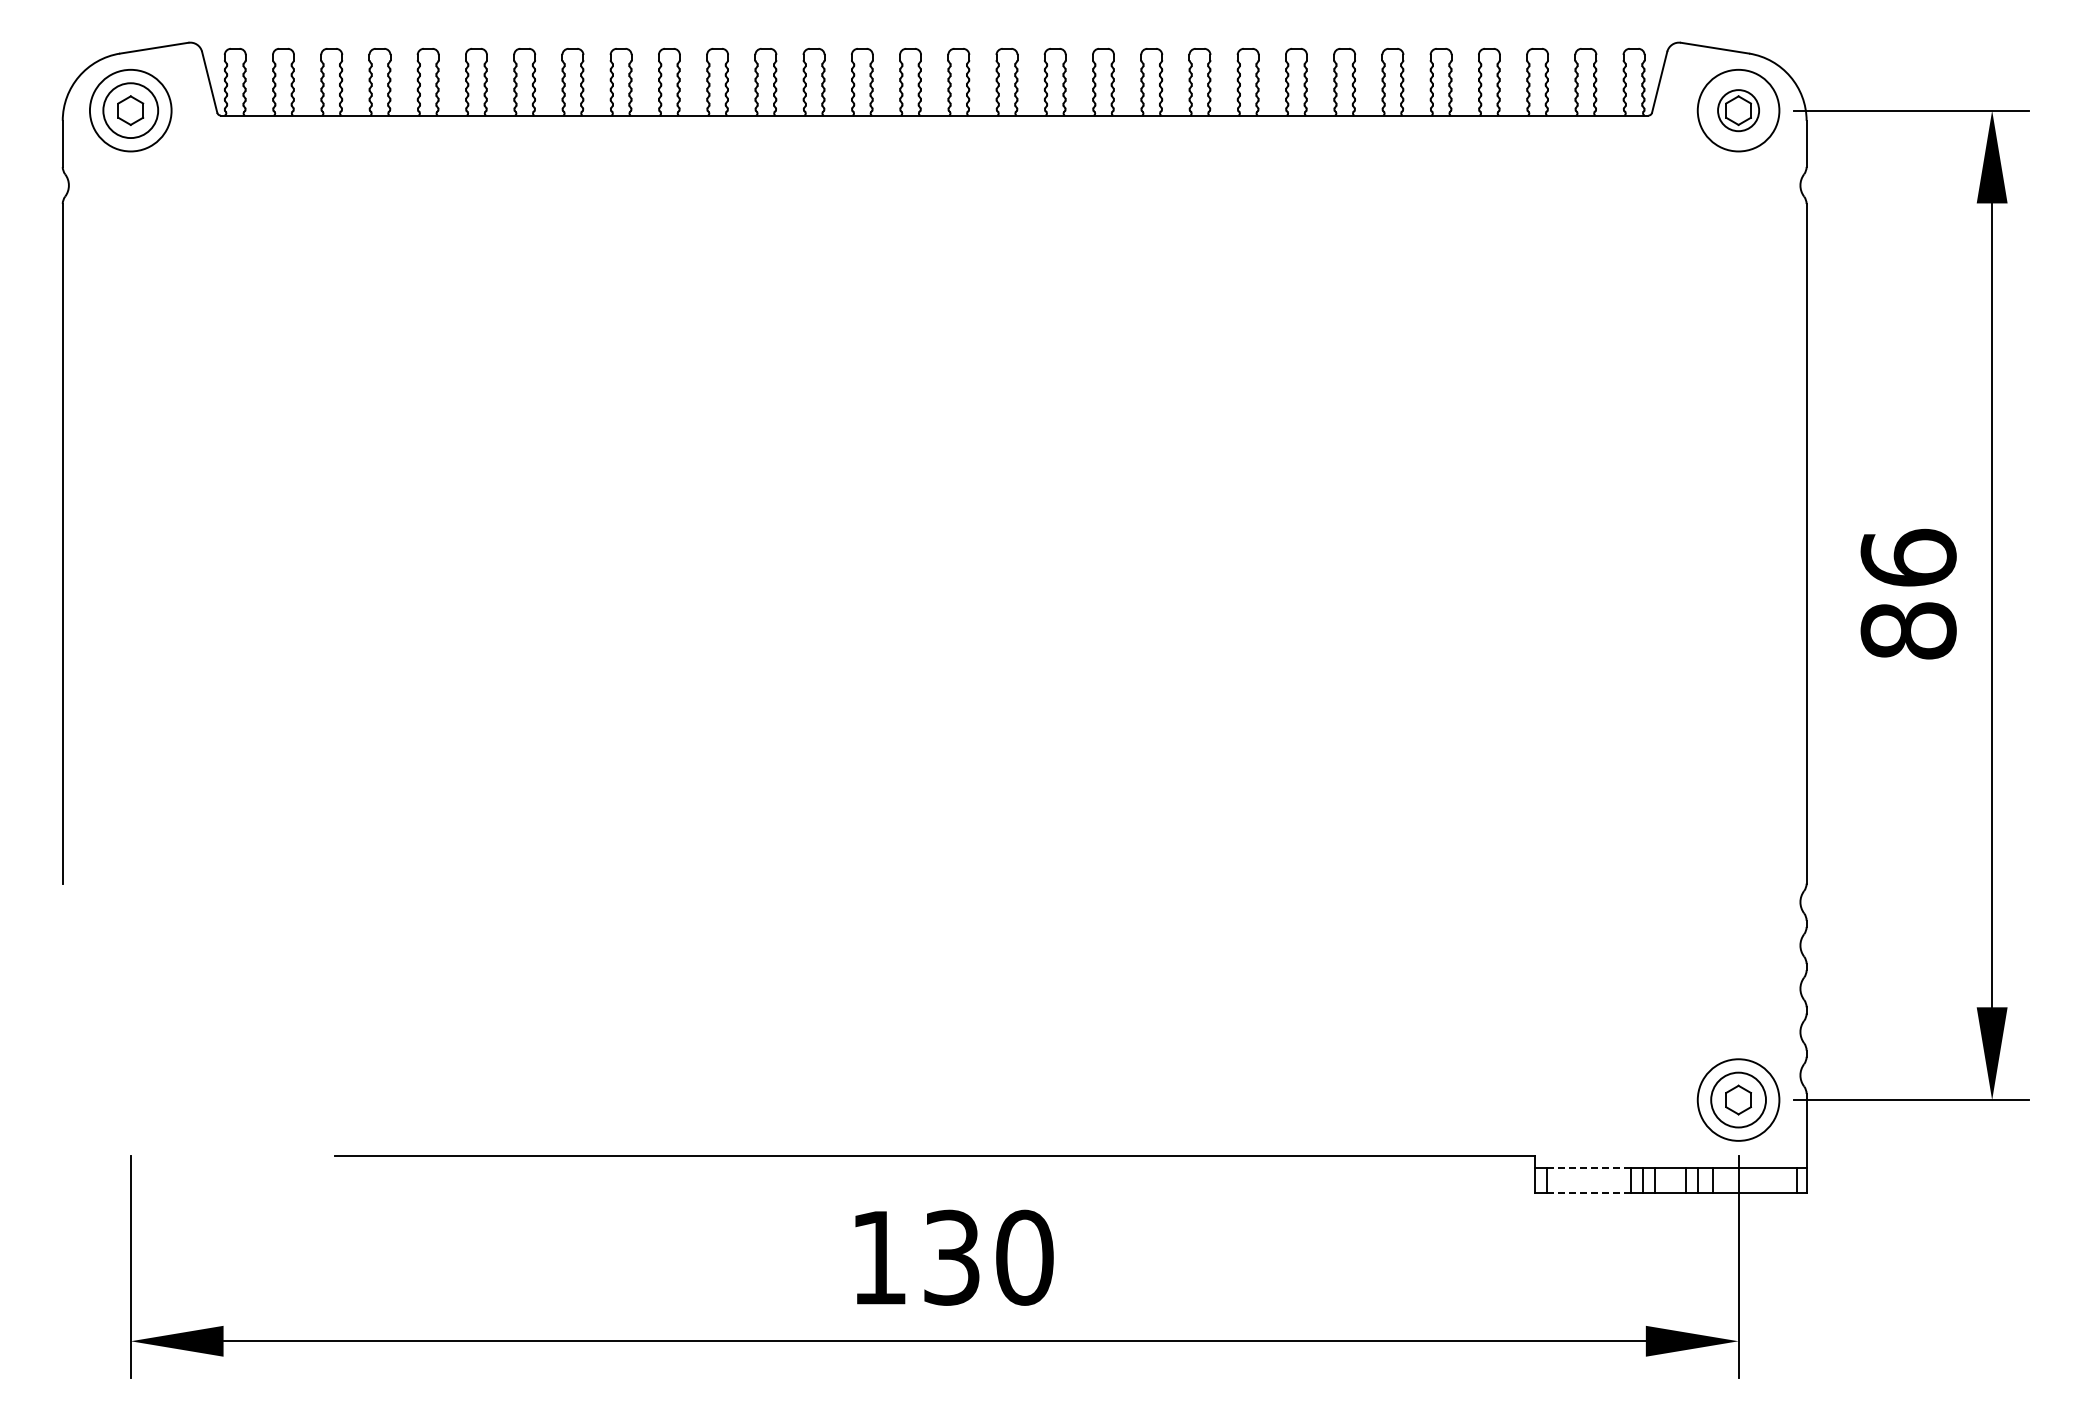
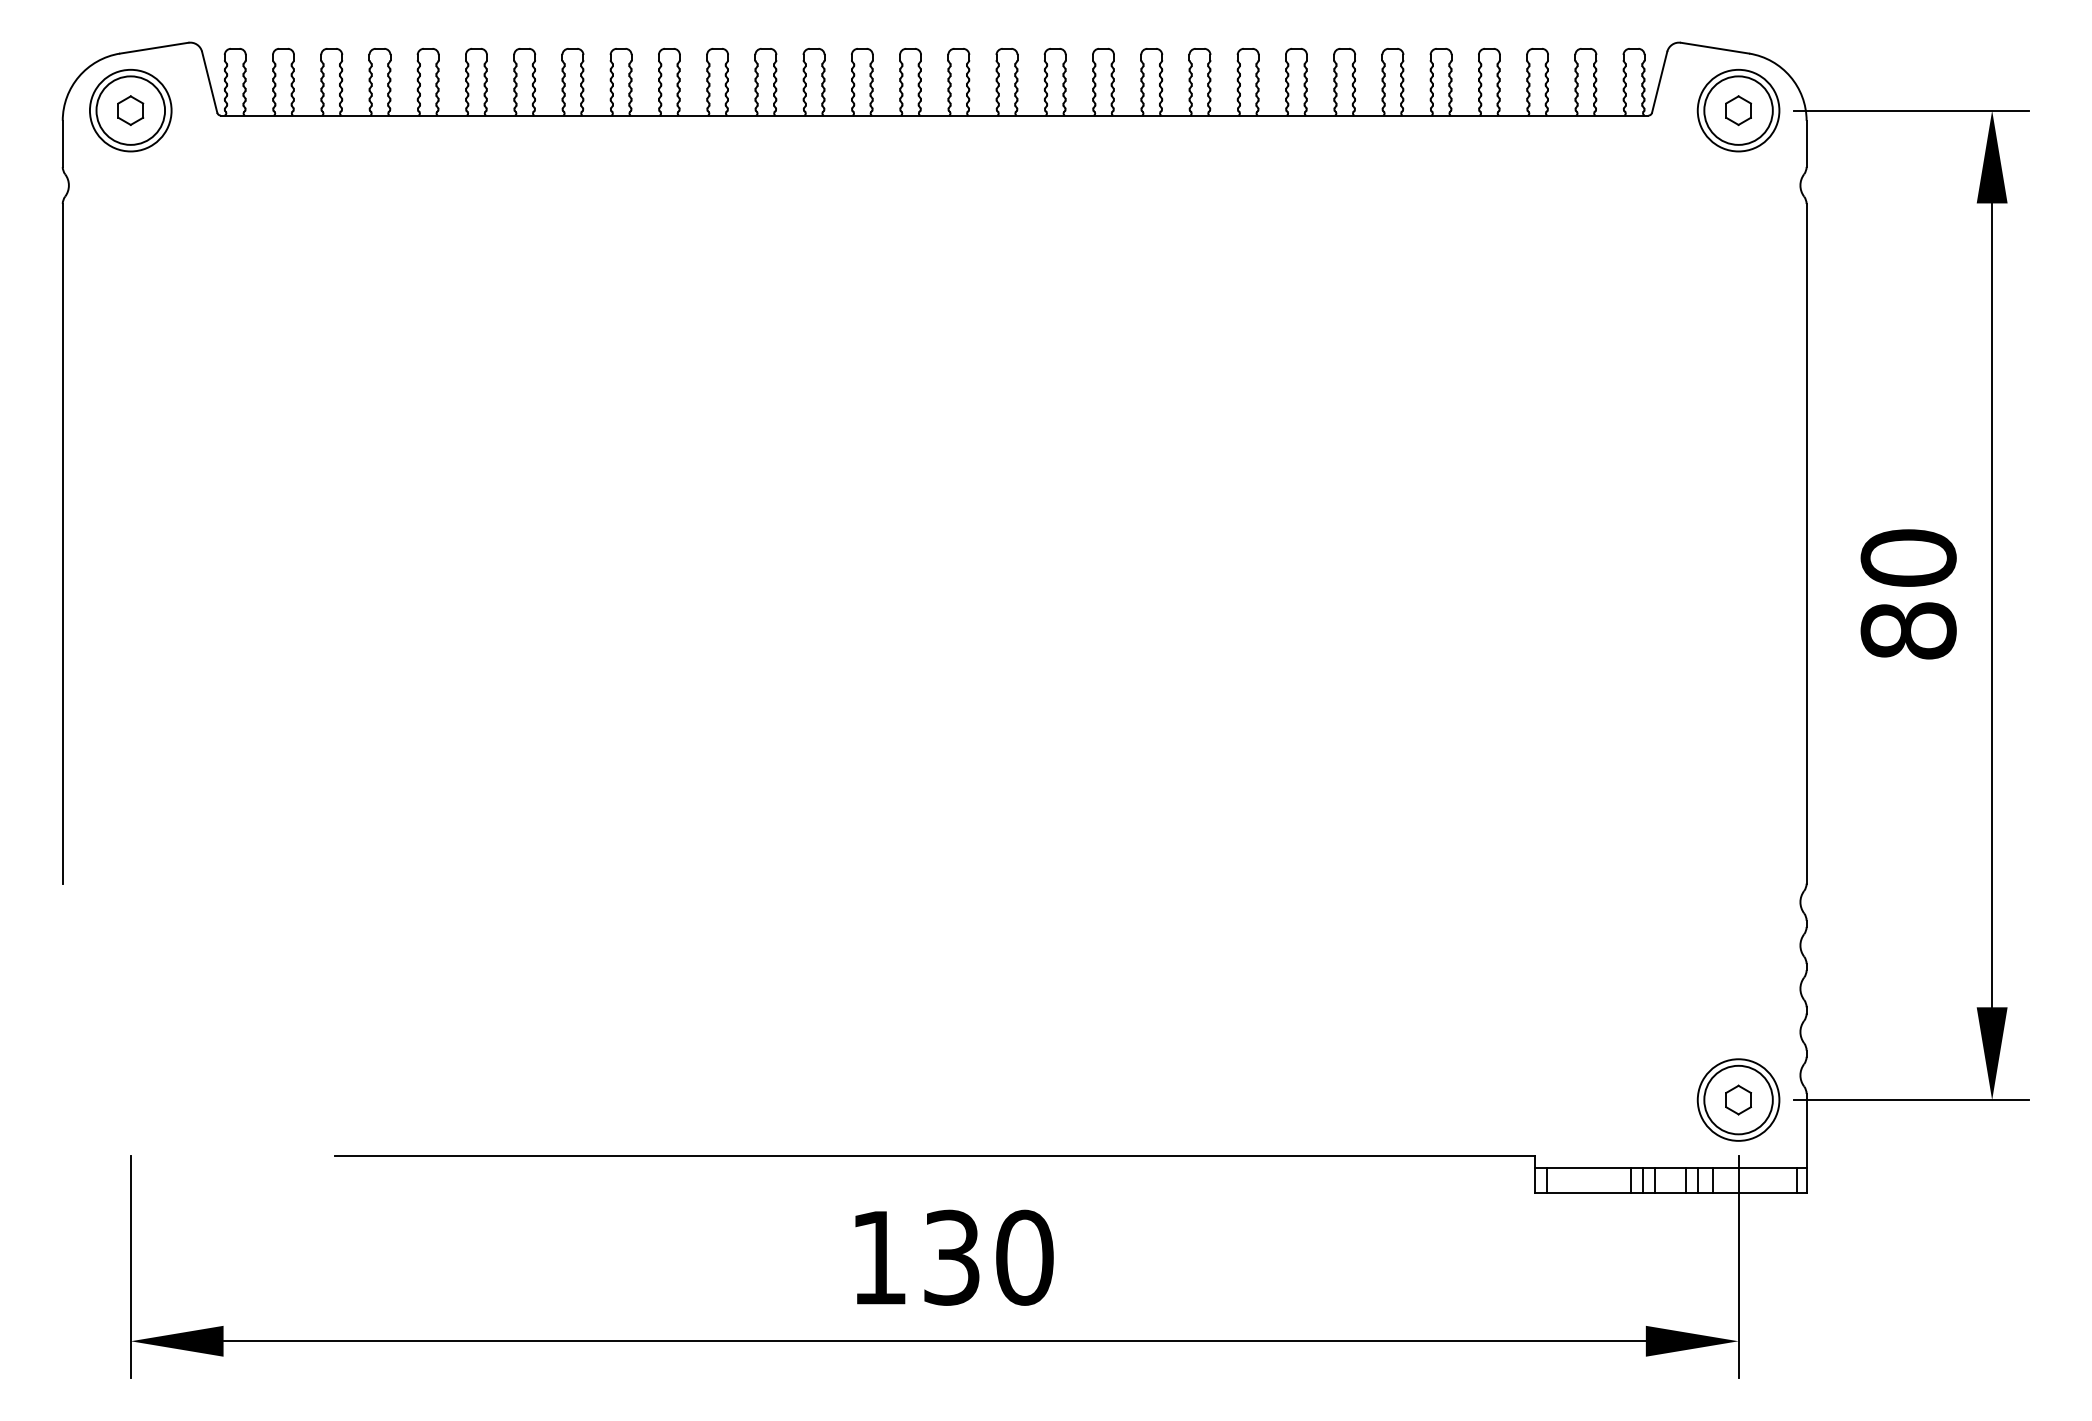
circle at (130, 110) diameter: 55 px -> 69 px
circle at (1738, 110) diameter: 41 px -> 69 px
text at (1908, 557): 86 -> 80
circle at (1738, 1099) diameter: 55 px -> 69 px
line at (1588, 1168): dashed -> solid
line at (1589, 1192): dashed -> solid
